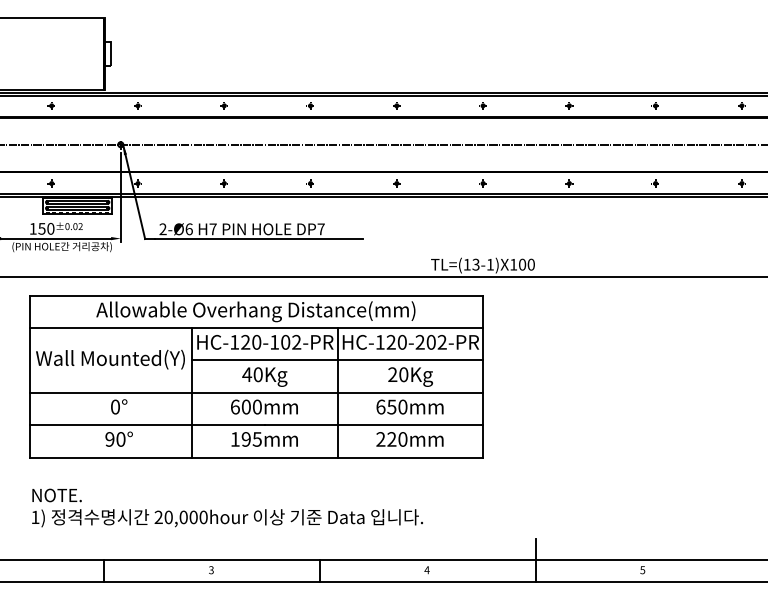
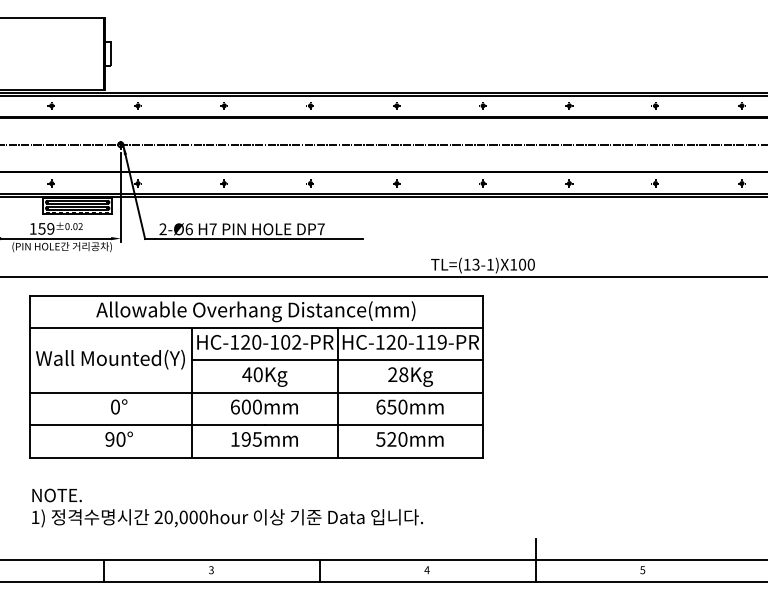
text at (50, 228): 150 -> 159
text at (430, 341): HC-120-202-PR -> HC-120-119-PR
text at (403, 374): 20Kg -> 28Kg
text at (380, 439): 220mm -> 520mm
